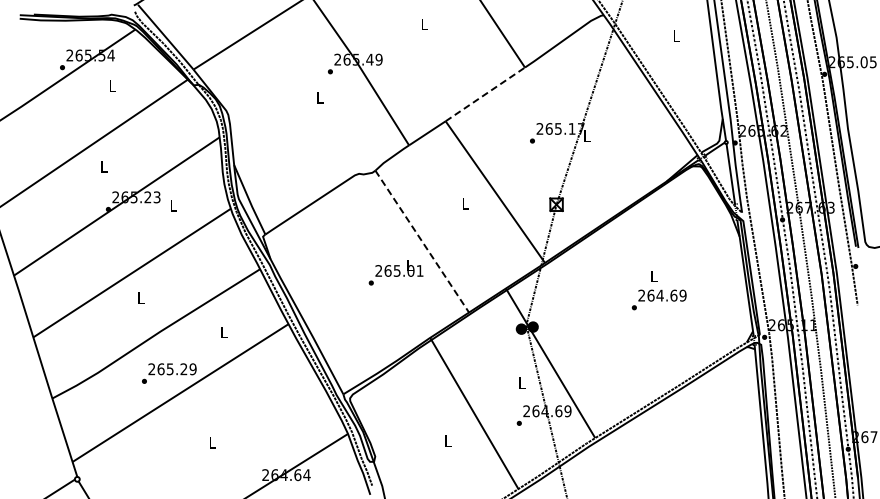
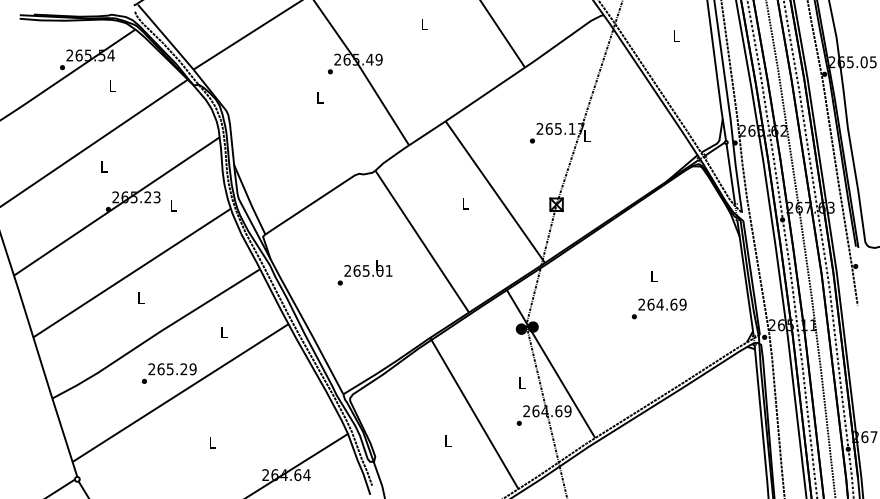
line at (485, 94): dashed -> solid
line at (422, 241): dashed -> solid
text at (395, 272) position: (395, 272) -> (364, 272)
text at (658, 299) position: (658, 299) -> (658, 308)
